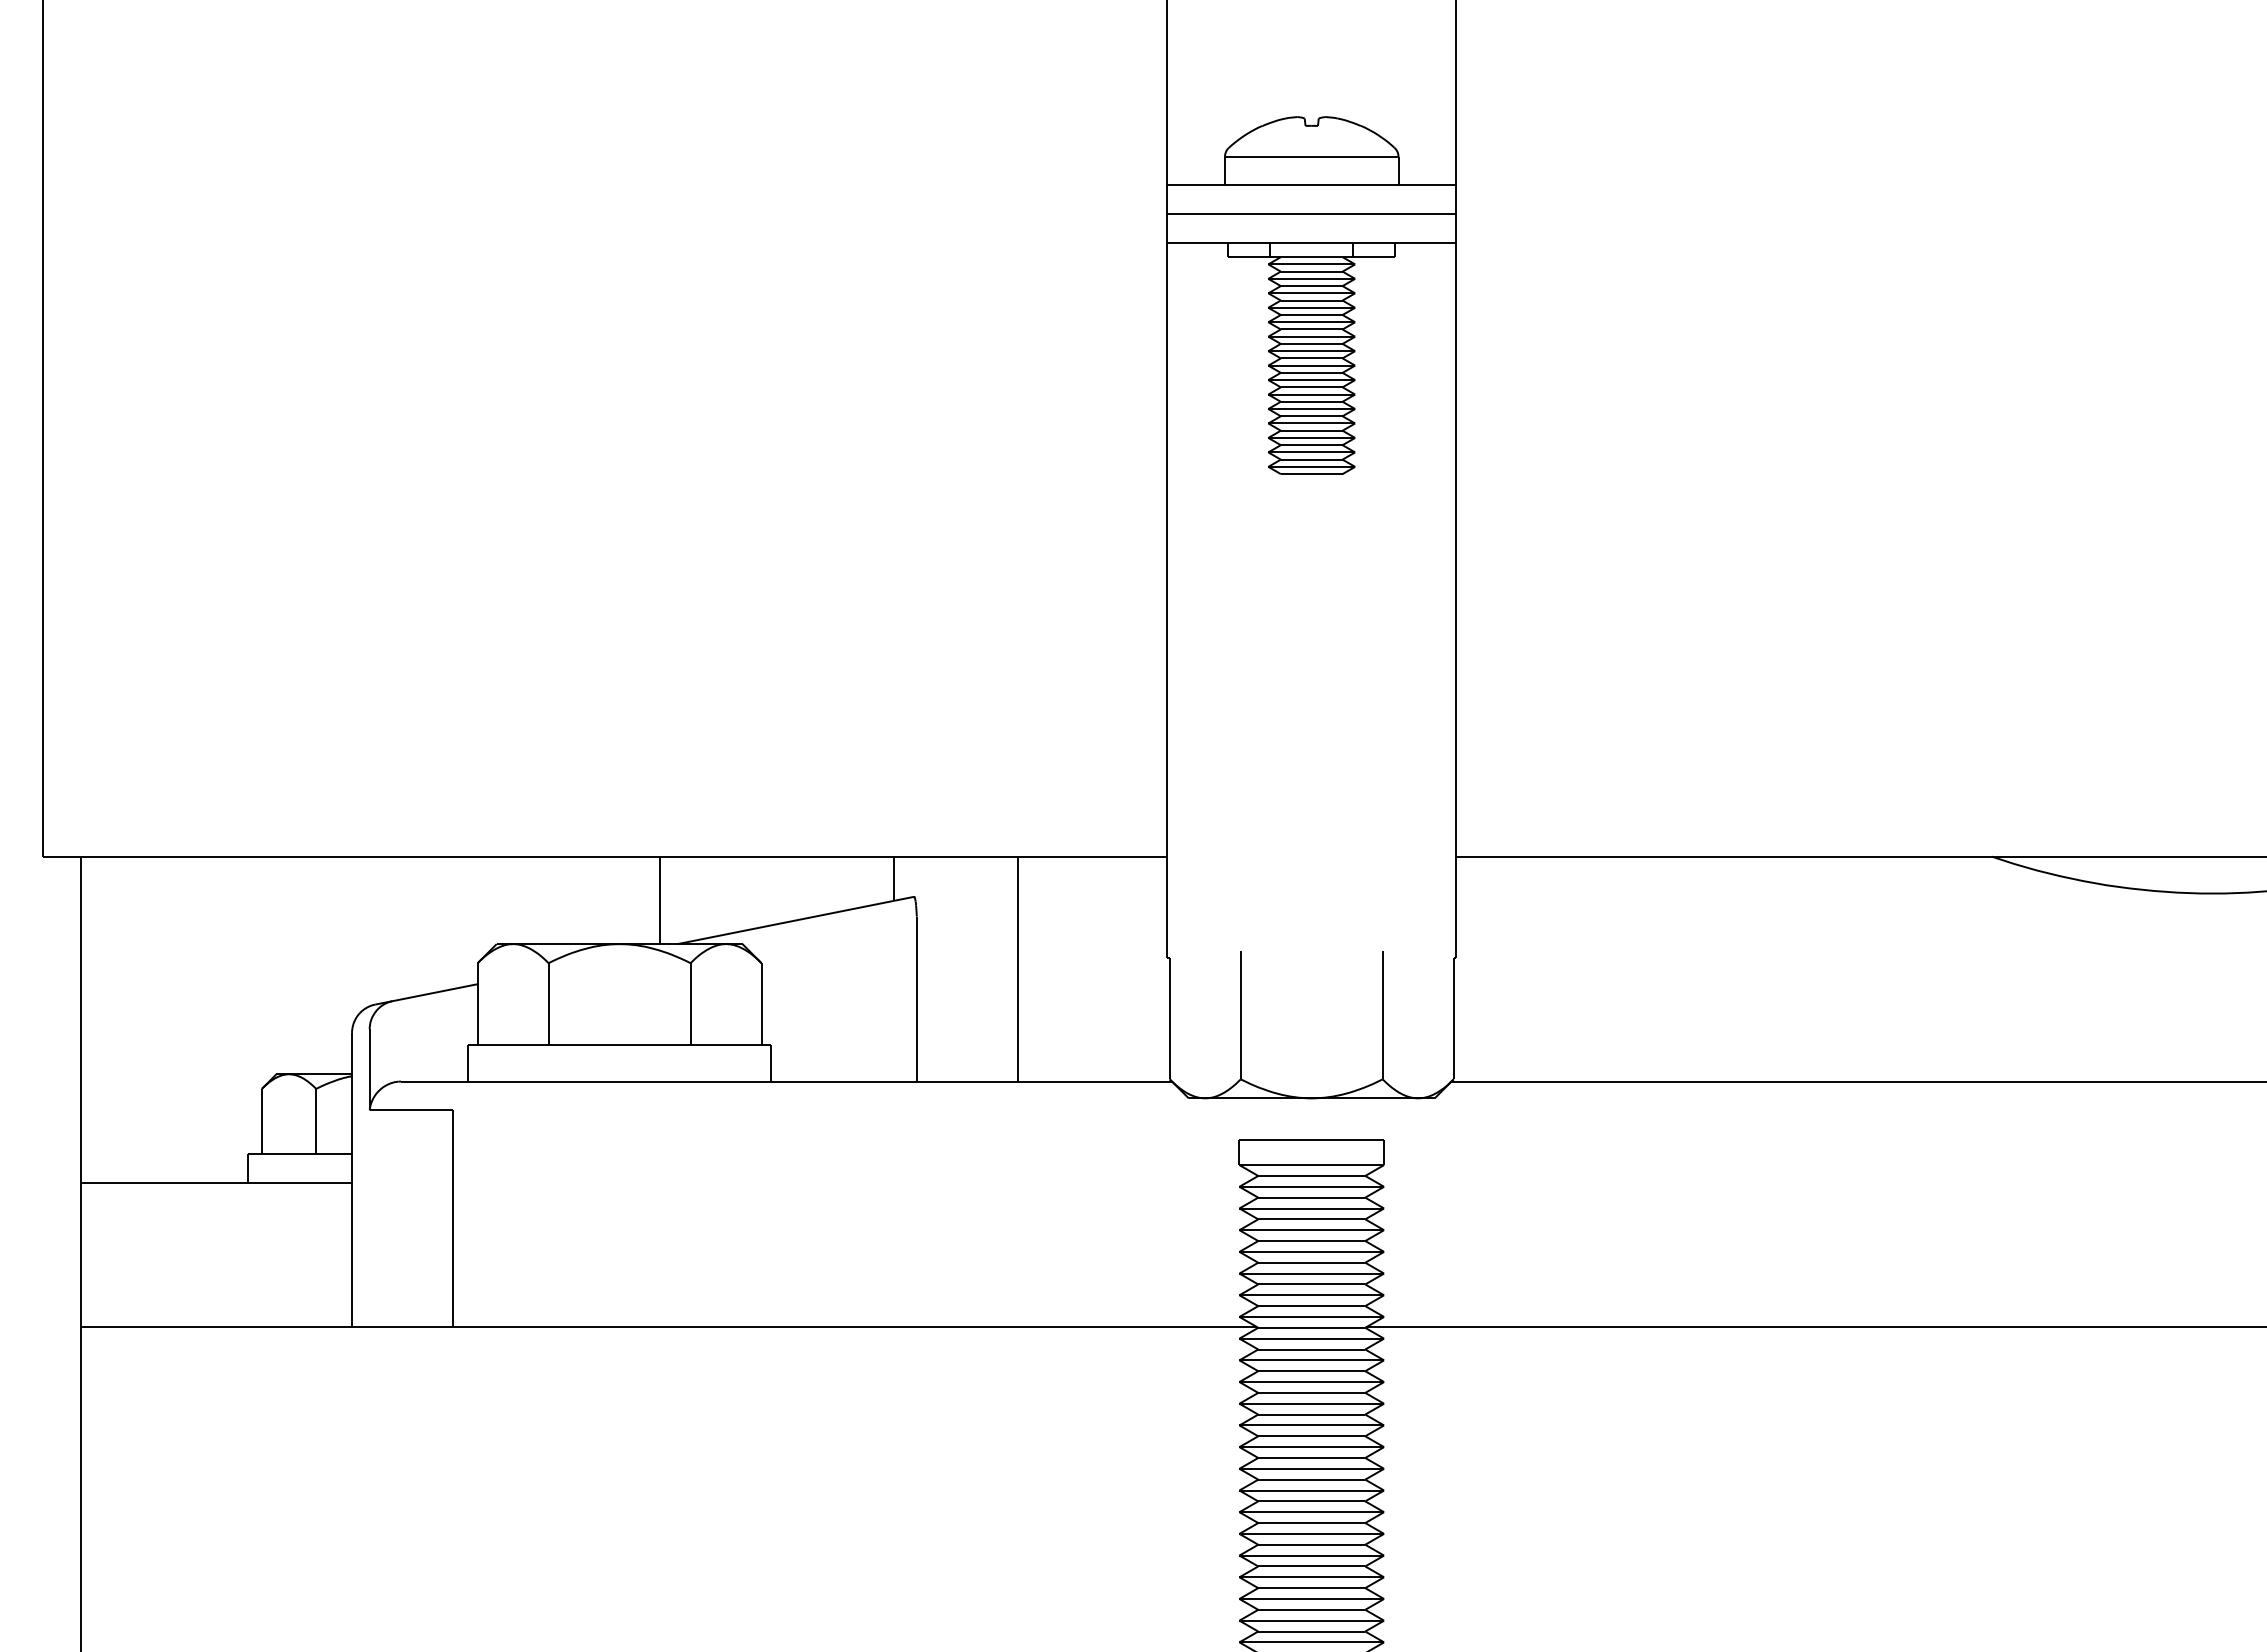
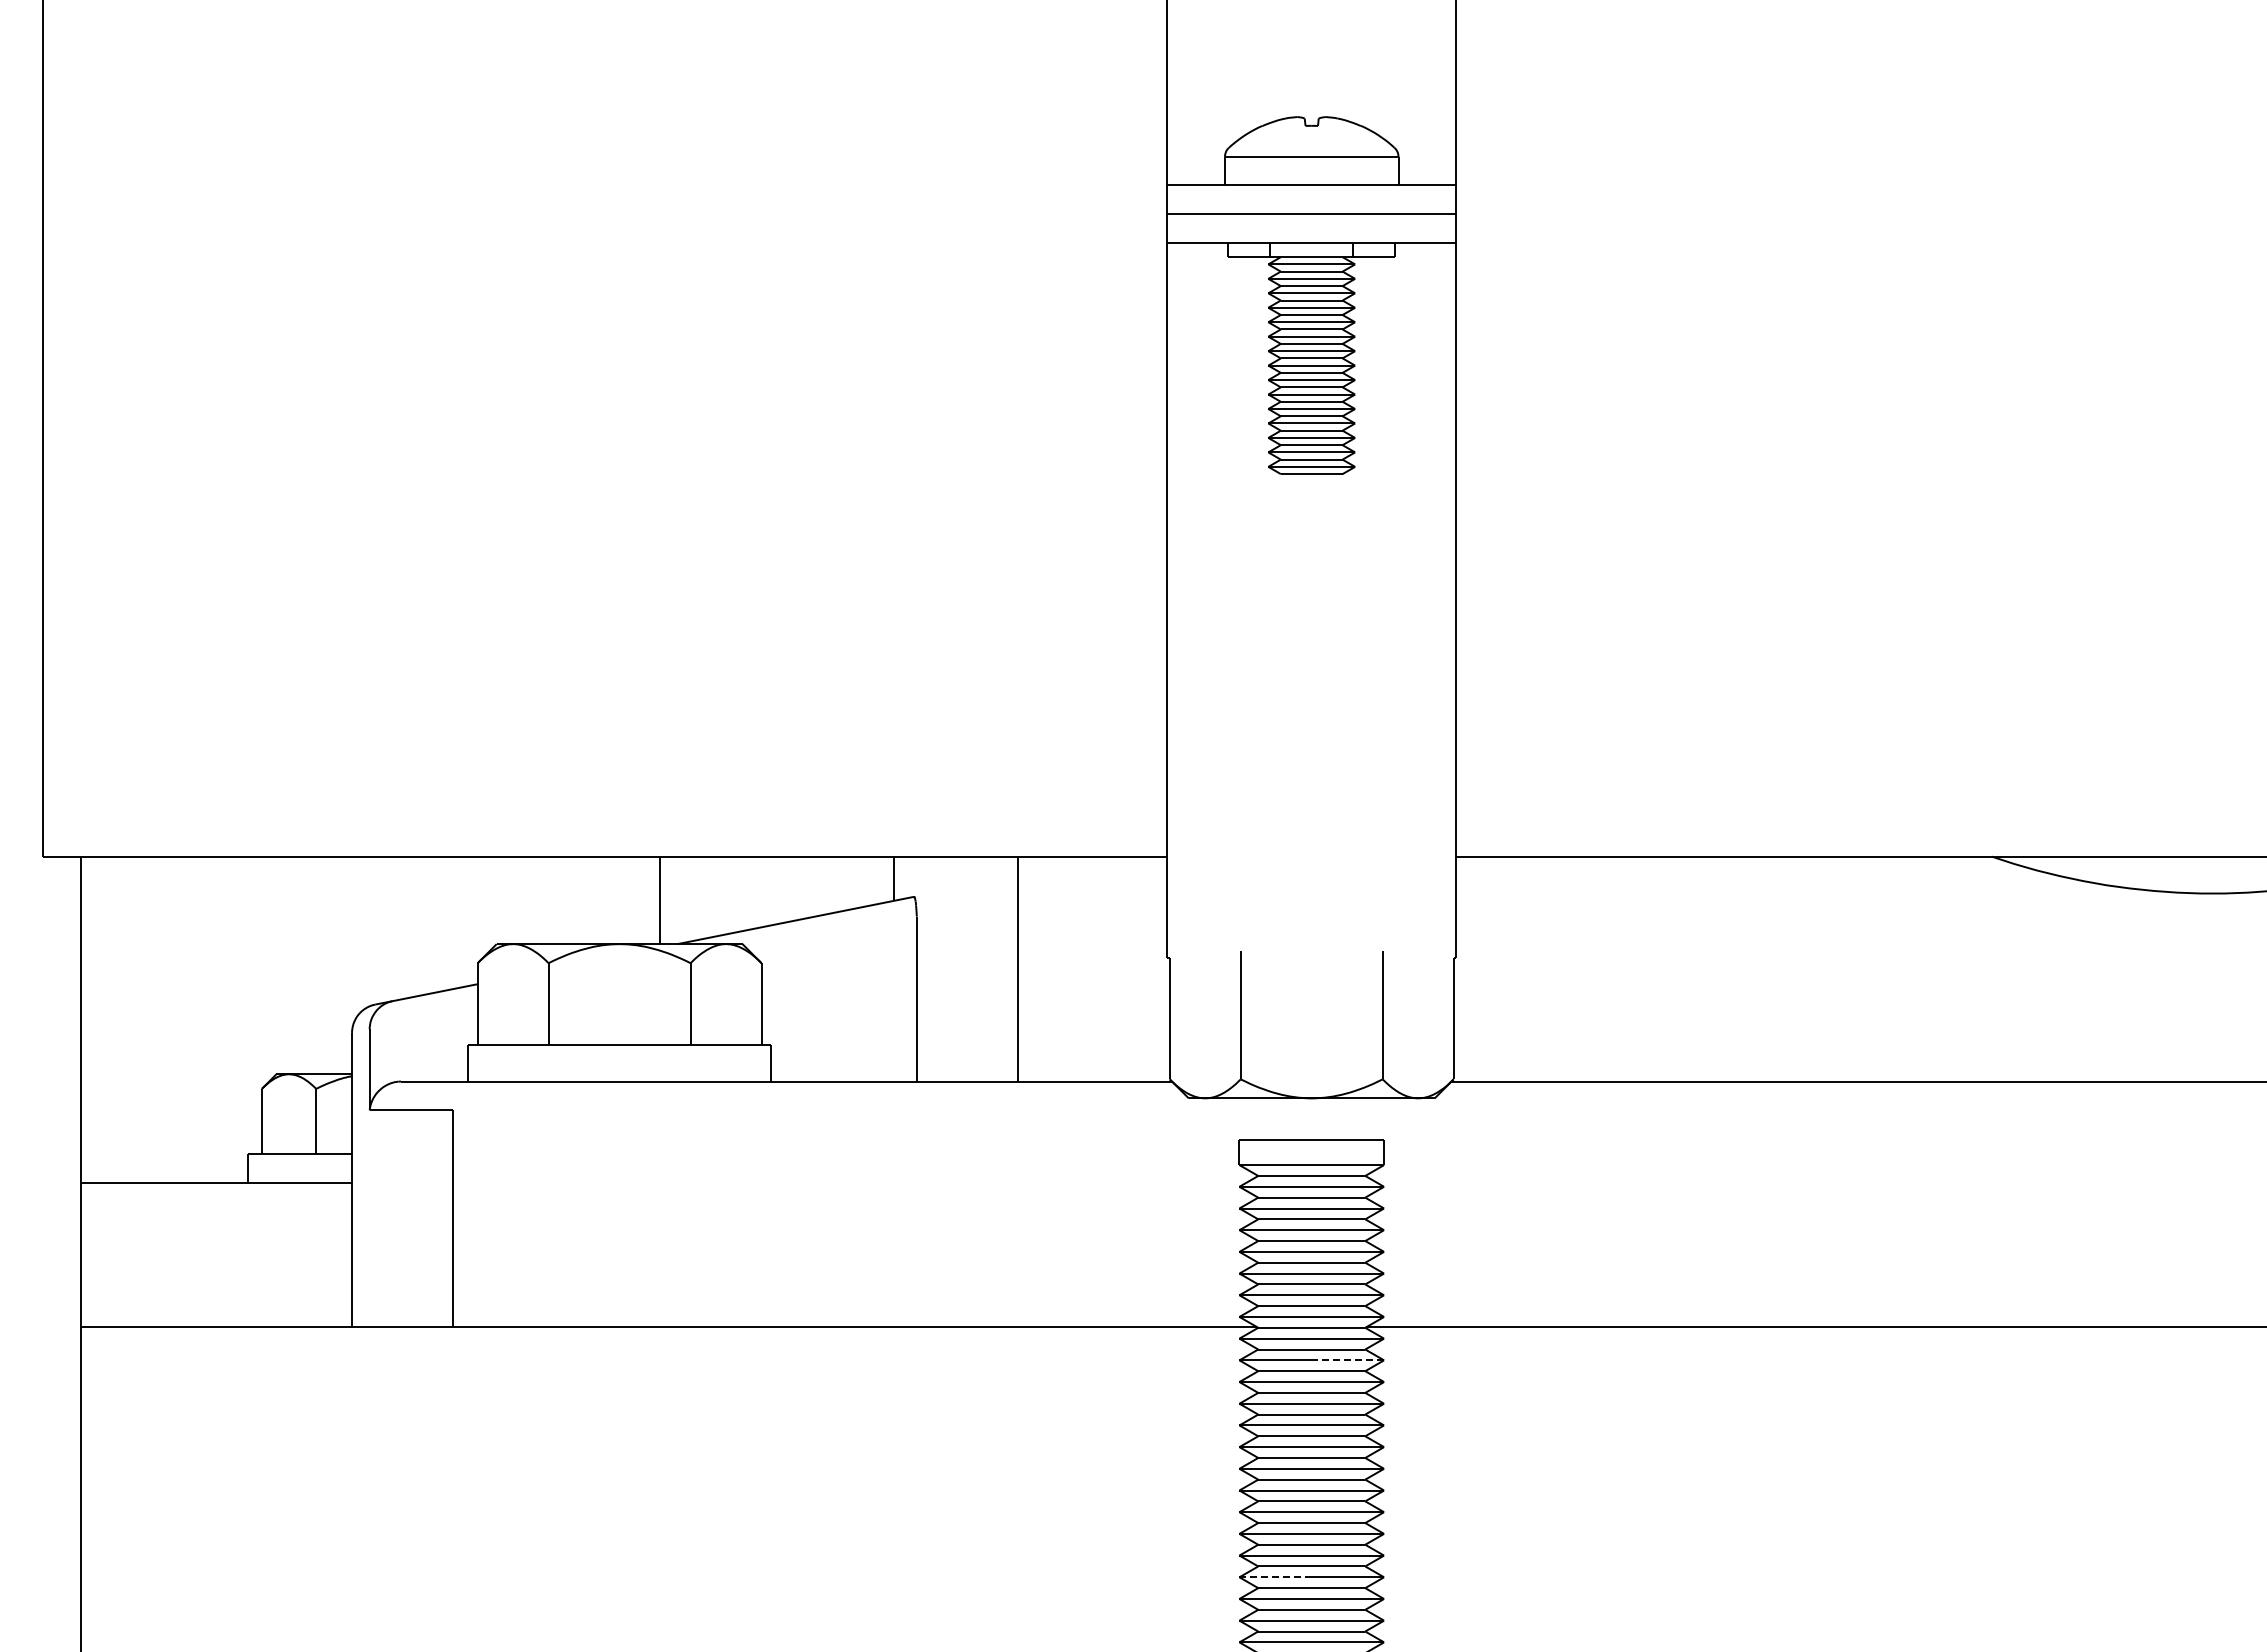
line at (1347, 1360): solid -> dashed
line at (1275, 1577): solid -> dashed
